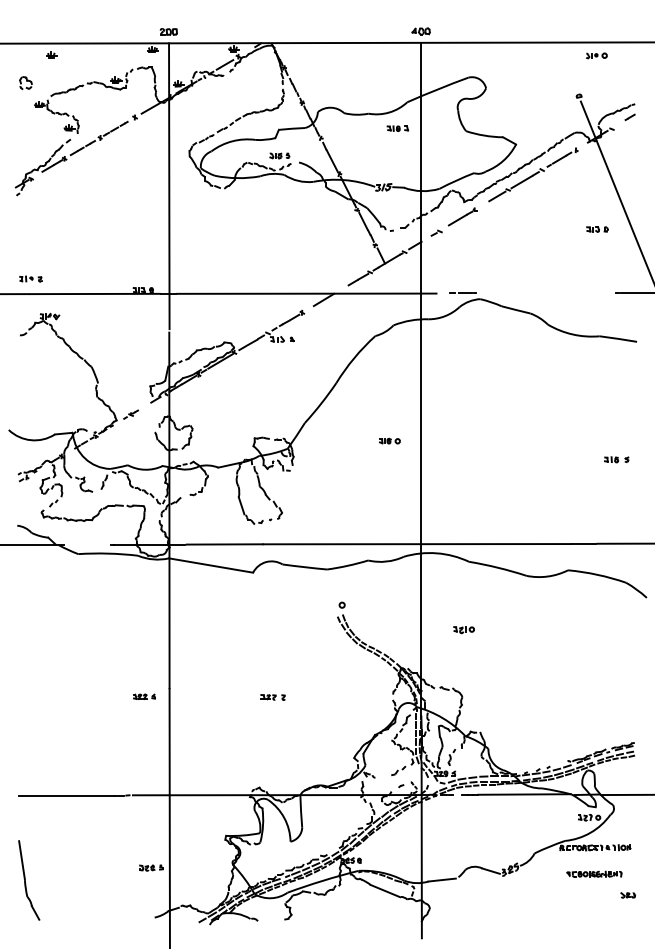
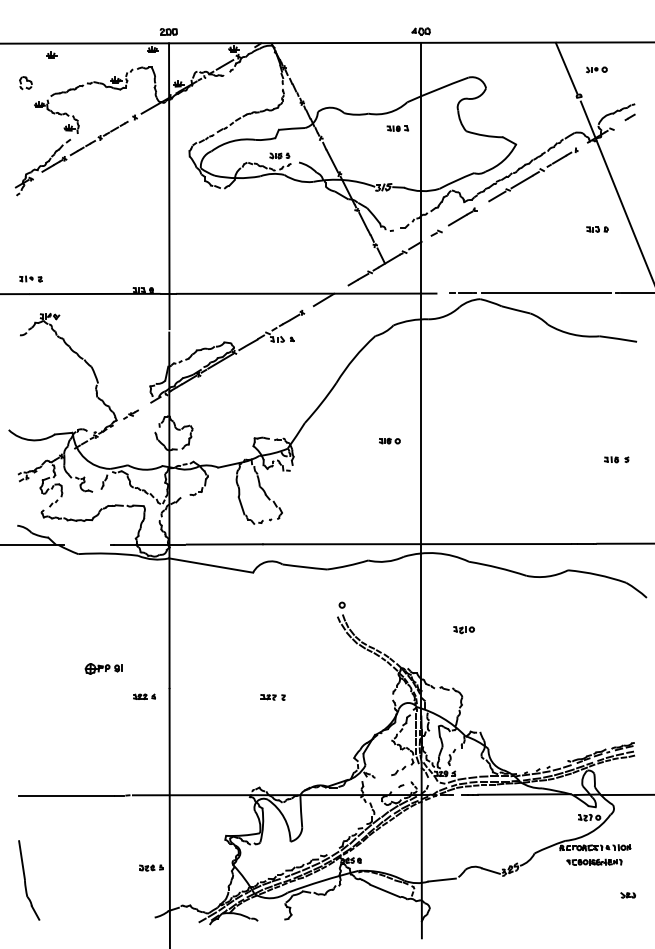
part at (596, 55) position: (596, 55) -> (596, 69)
line at (566, 67): none -> present
line at (546, 293): none -> present
part at (103, 668): none -> present
part at (594, 873) position: (594, 873) -> (594, 861)
